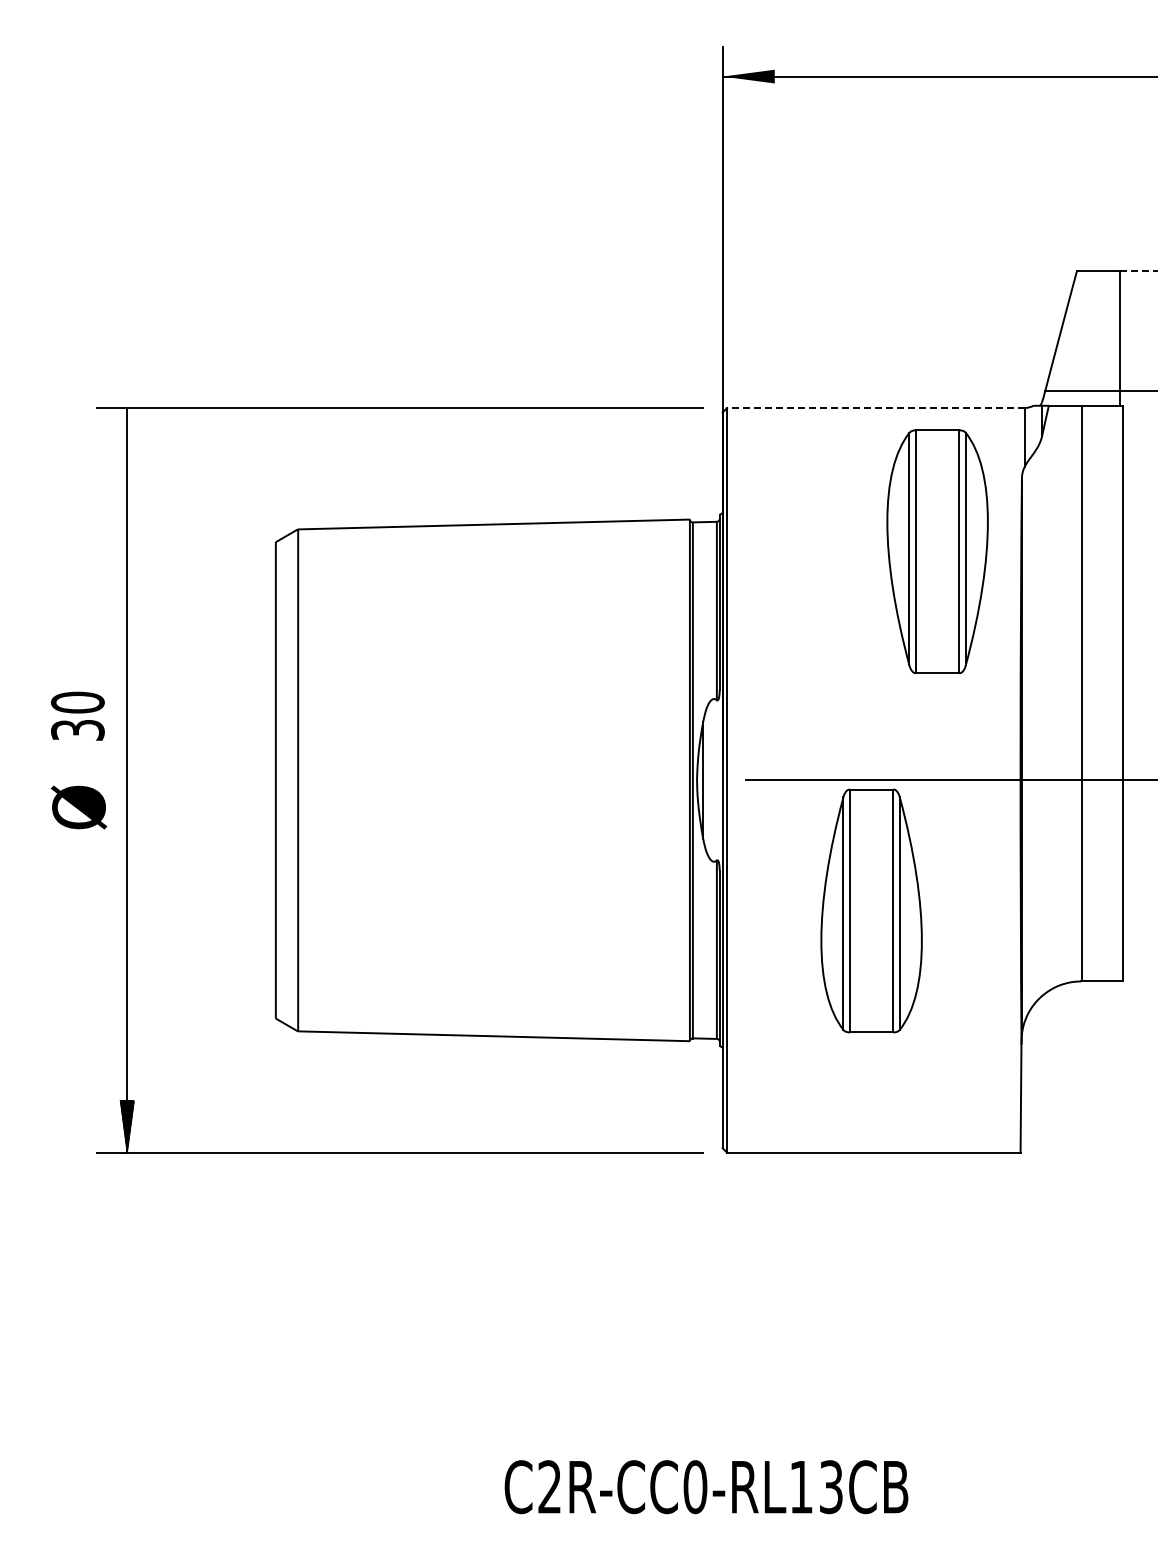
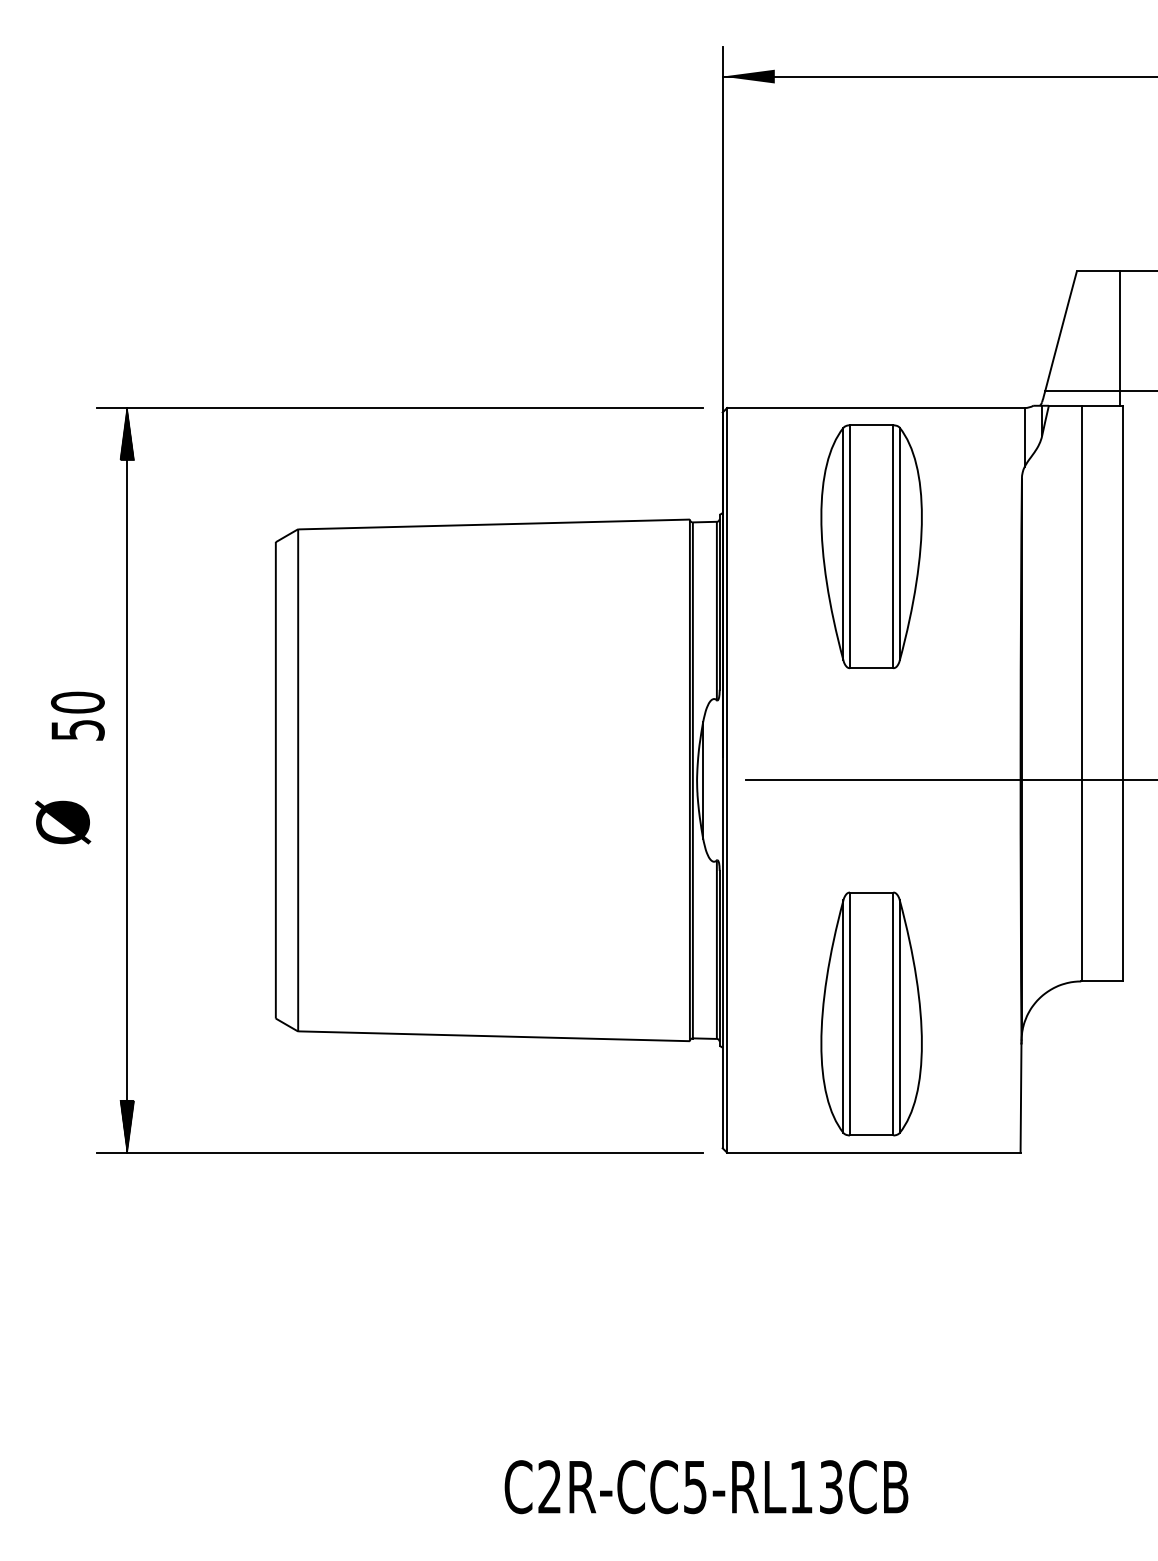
line at (1139, 271): dashed -> solid
line at (875, 408): dashed -> solid
hatch at (127, 434): none -> present
part at (937, 551) position: (937, 551) -> (871, 546)
text at (77, 730): 30 -> 50
text at (79, 807) position: (79, 807) -> (63, 822)
part at (871, 910) position: (871, 910) -> (871, 1013)
text at (695, 1487): C2R-CC0-RL13CB -> C2R-CC5-RL13CB
